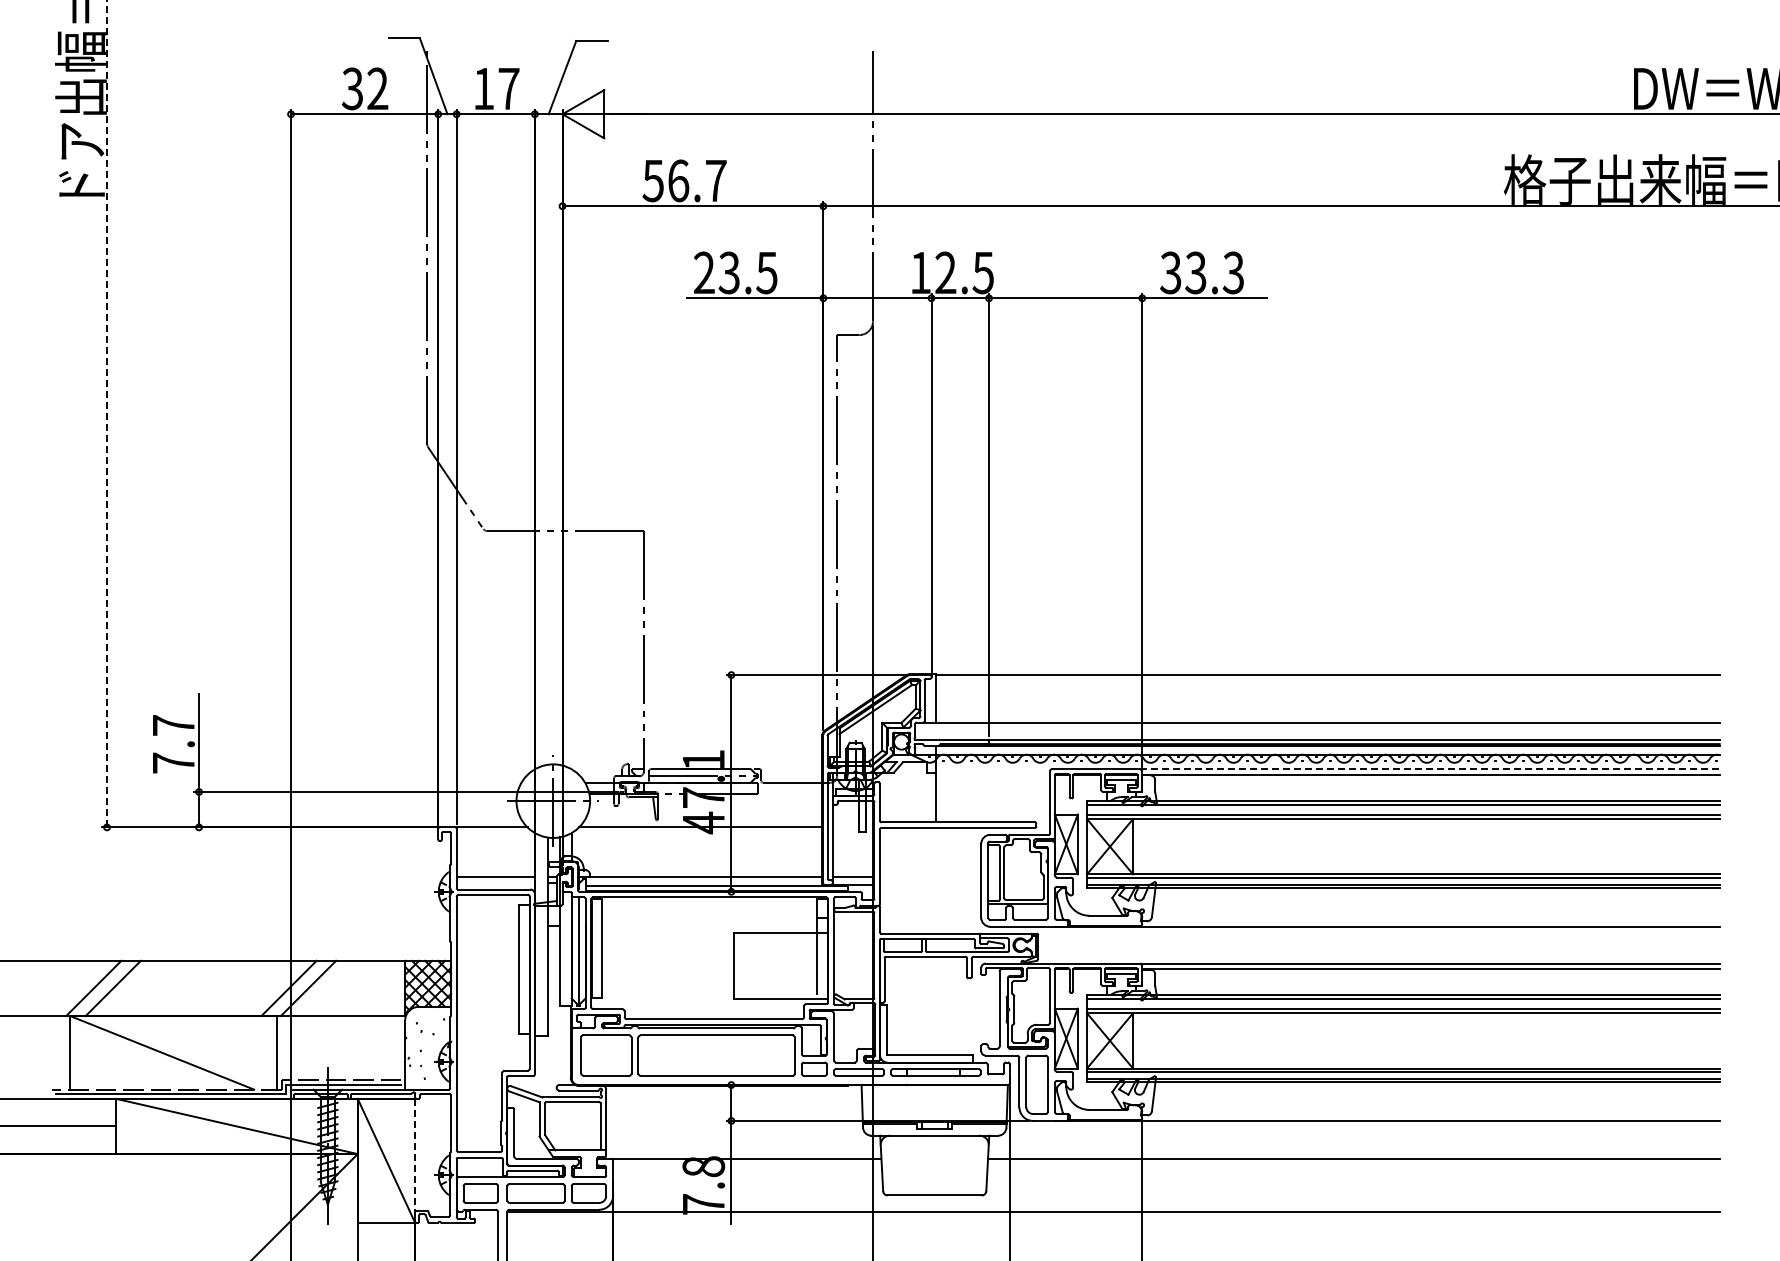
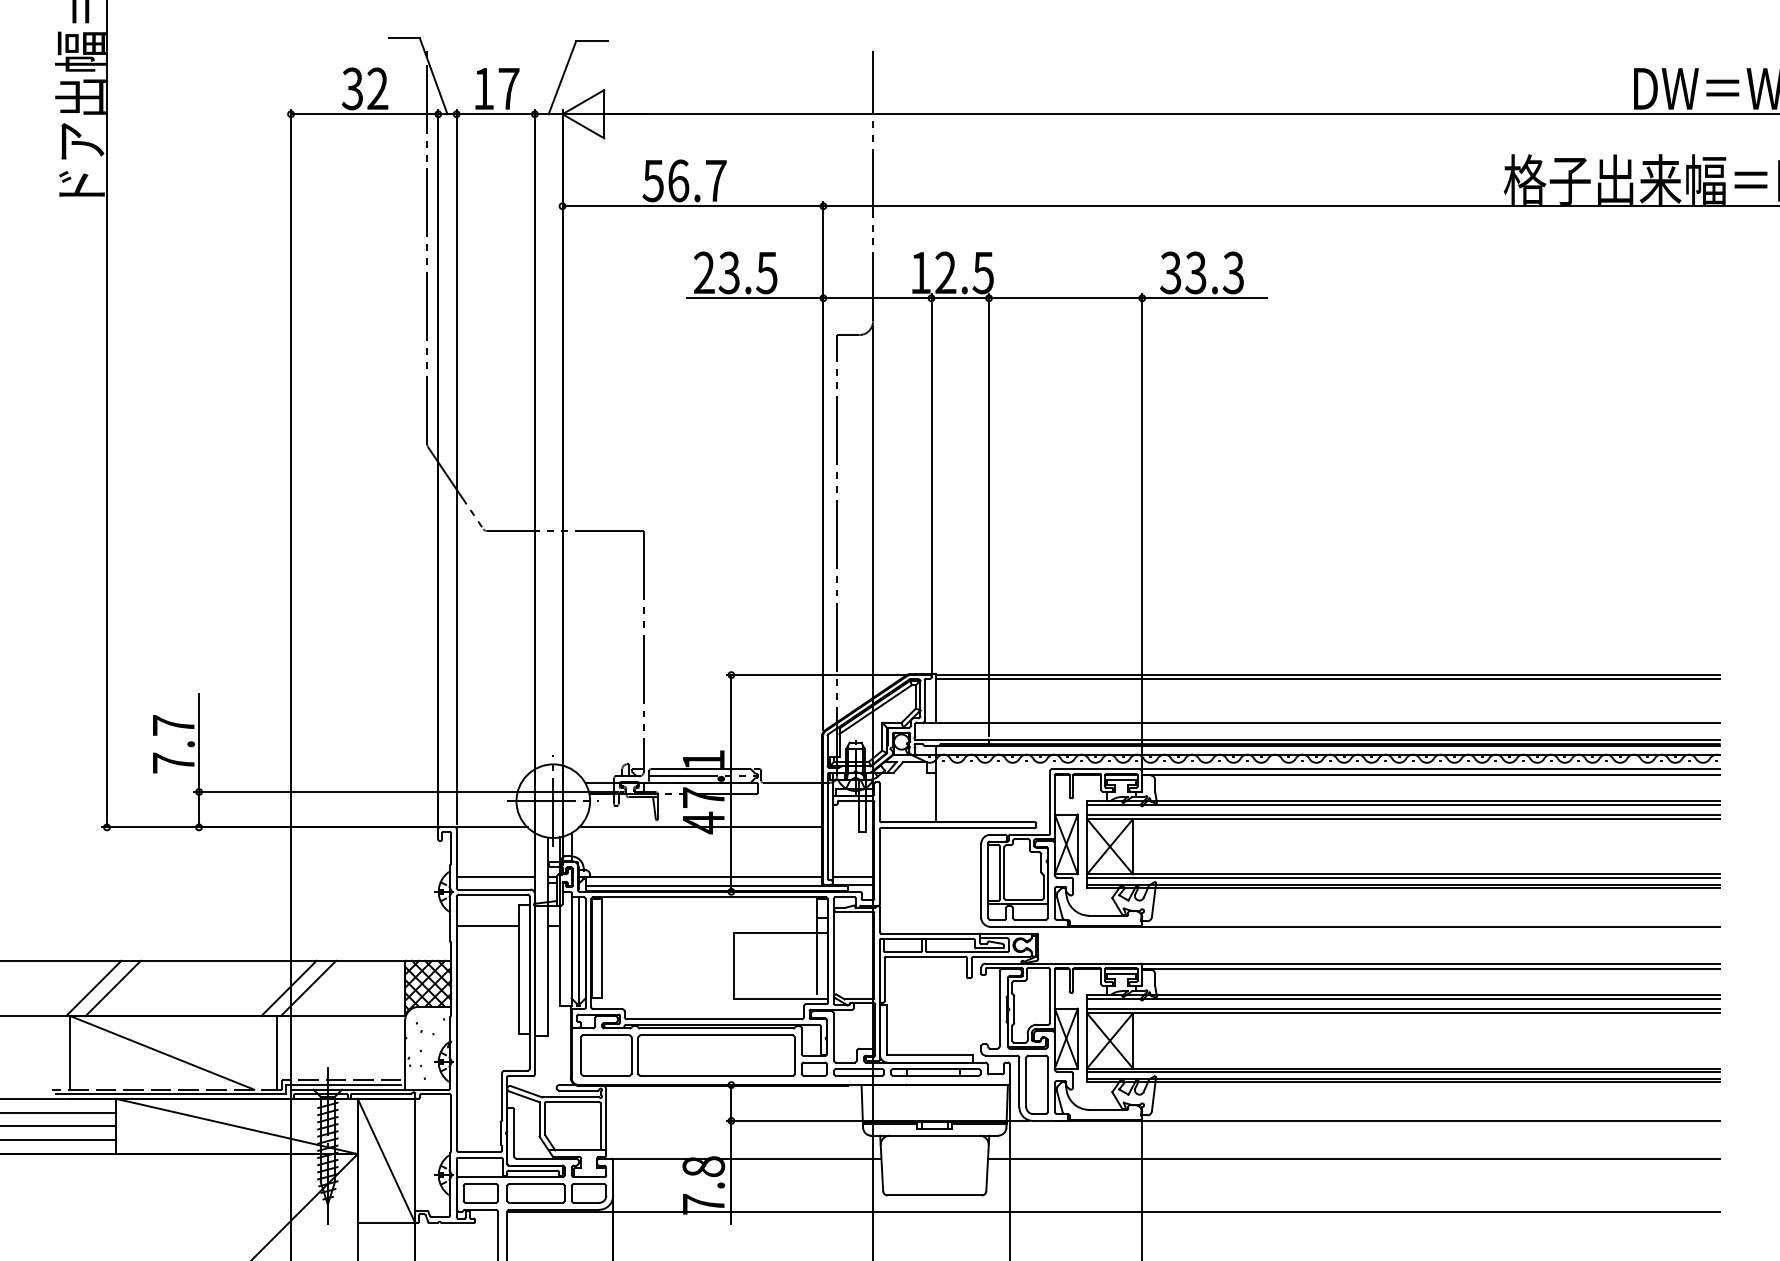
line at (107, 413): dashed -> solid
line at (1327, 678): none -> present
line at (1429, 769): dashed -> solid
line at (488, 926): none -> present
line at (59, 1112): none -> present
line at (59, 1140): none -> present
line at (415, 1161): dashed -> solid
